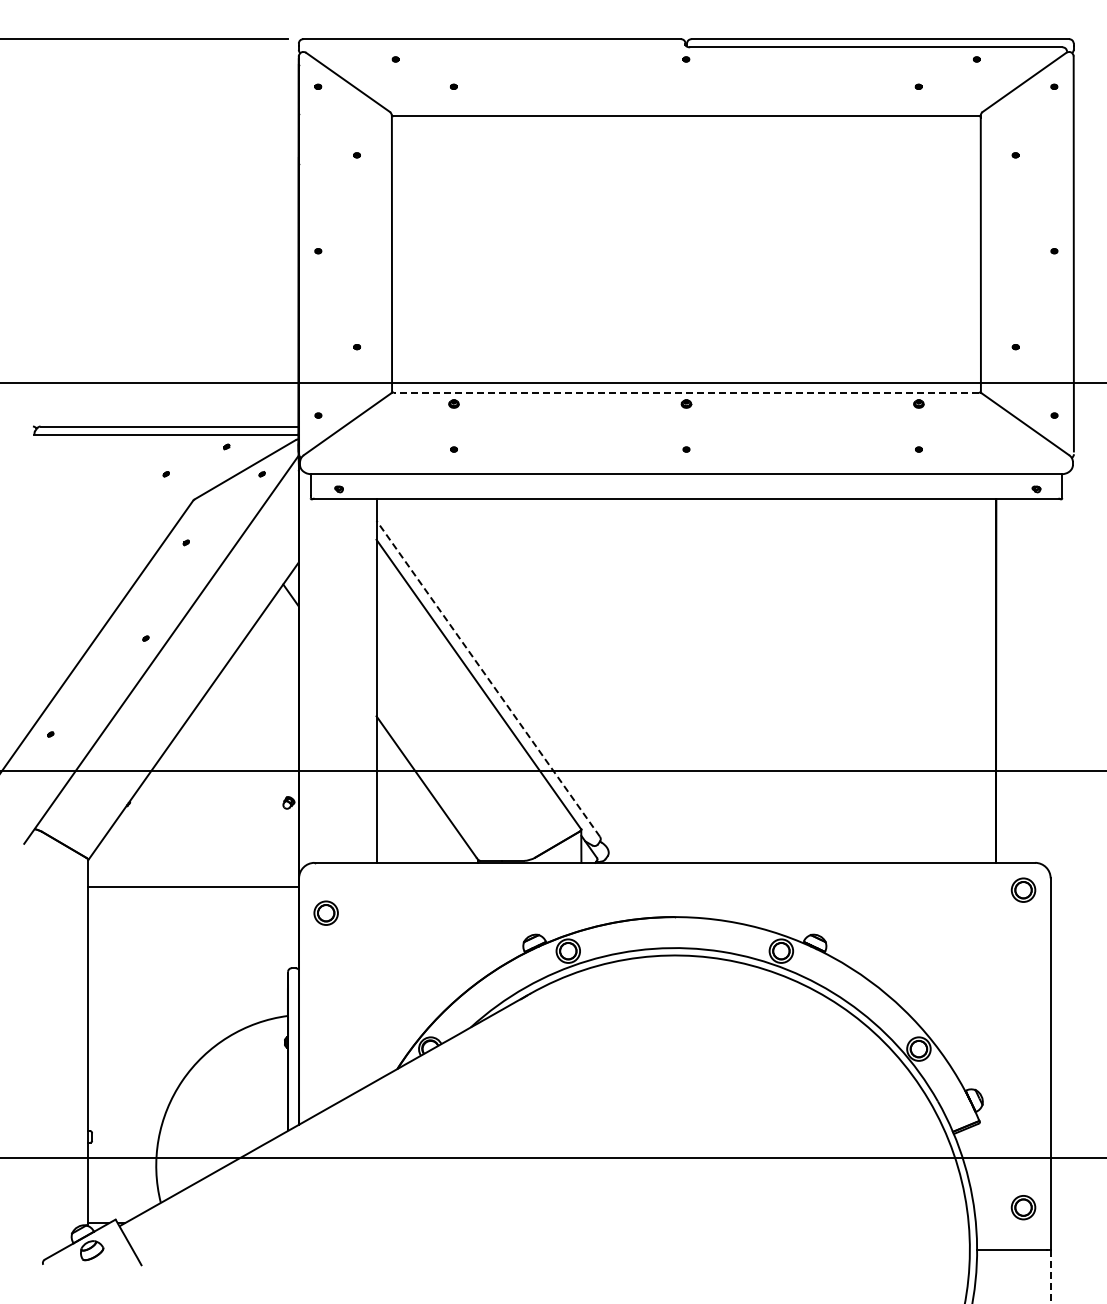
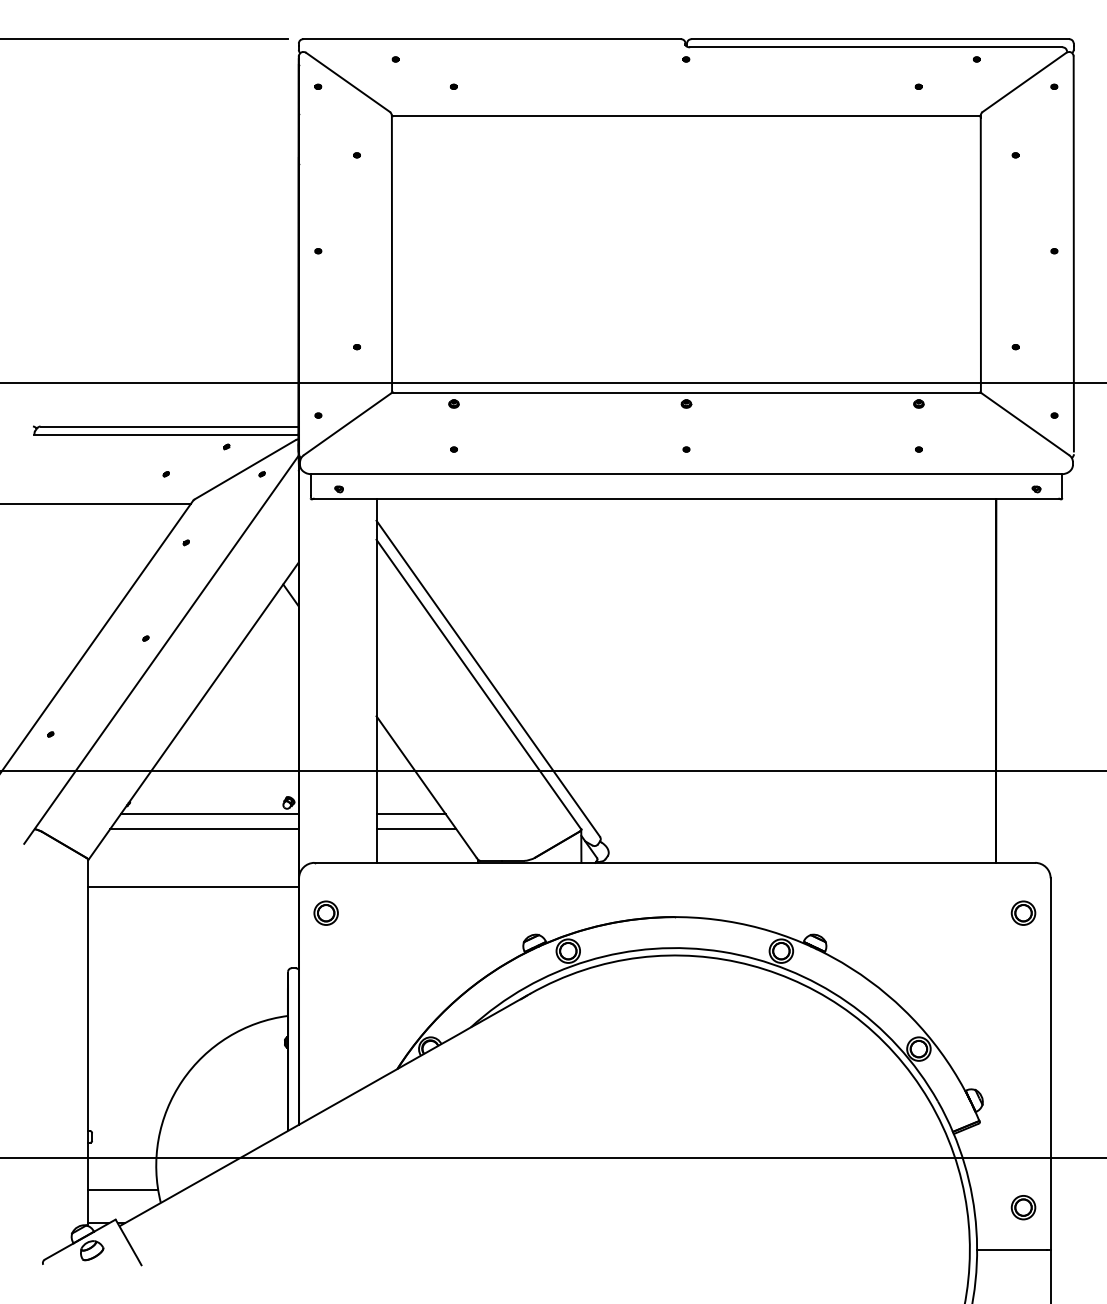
line at (686, 392): dashed -> solid
line at (96, 503): none -> present
line at (487, 678): dashed -> solid
line at (209, 813): none -> present
line at (410, 813): none -> present
line at (204, 828): none -> present
line at (416, 828): none -> present
part at (1023, 889) position: (1023, 889) -> (1023, 912)
line at (123, 1190): none -> present
line at (1050, 1277): dashed -> solid
